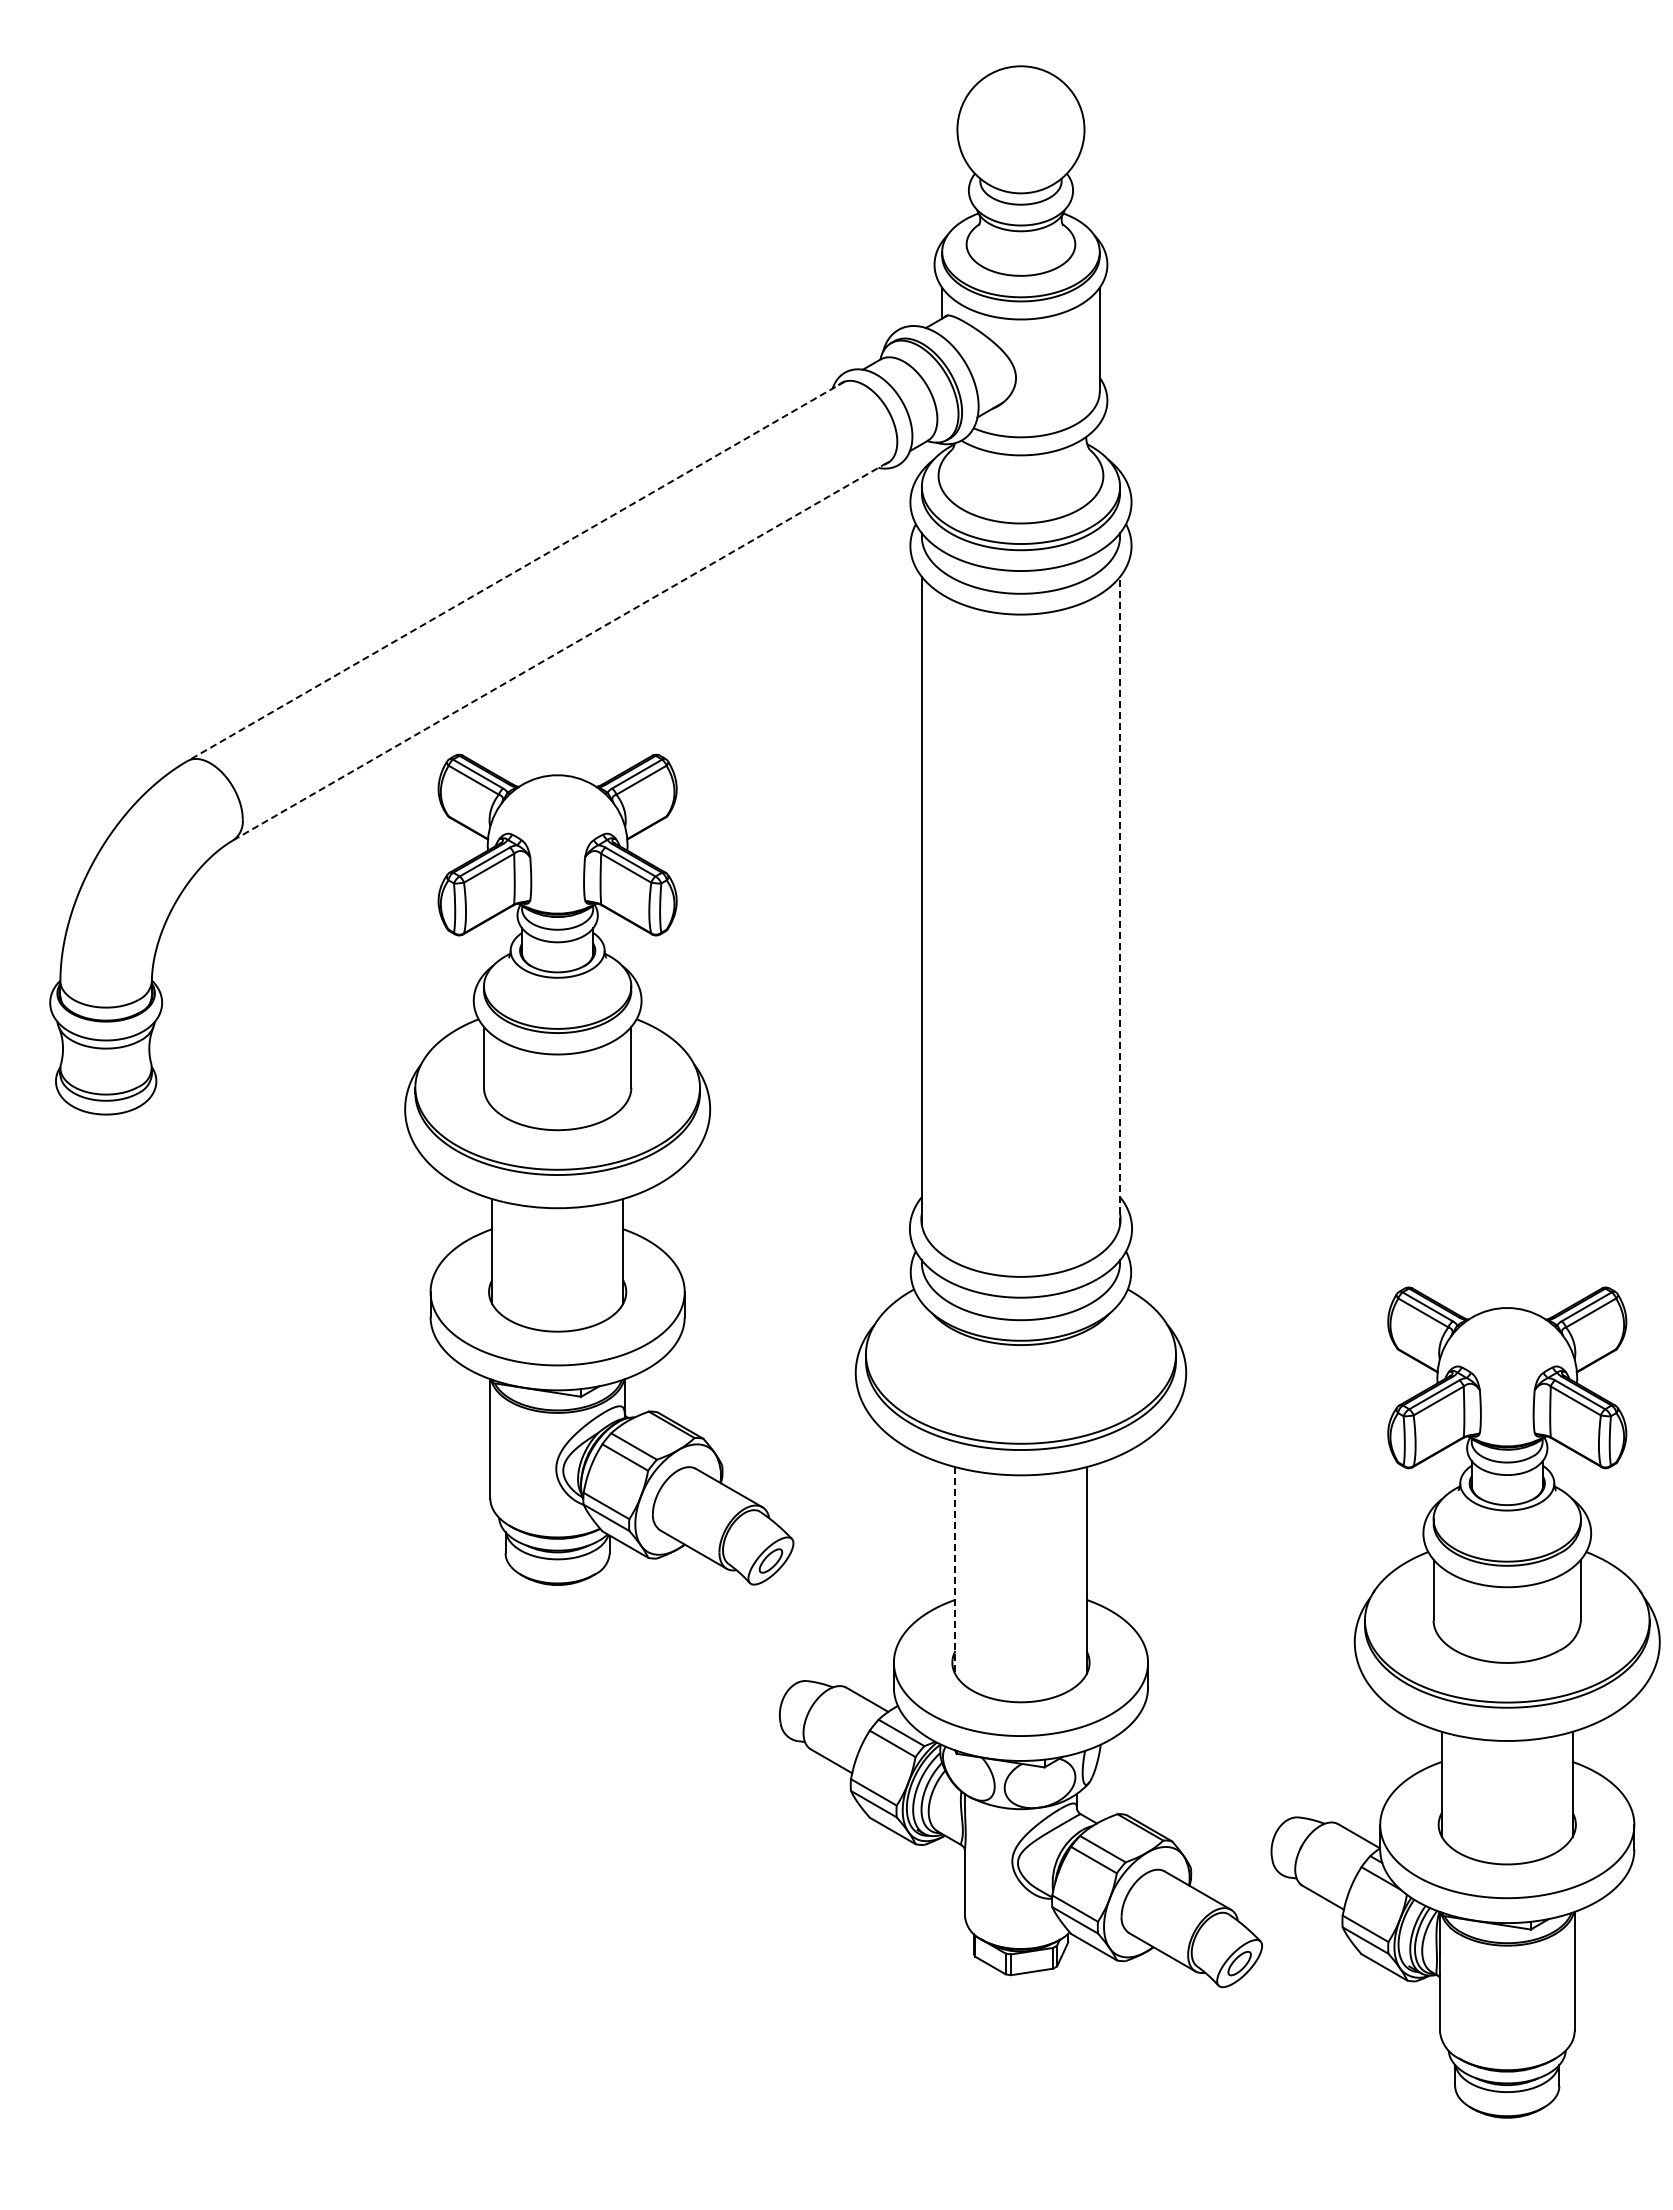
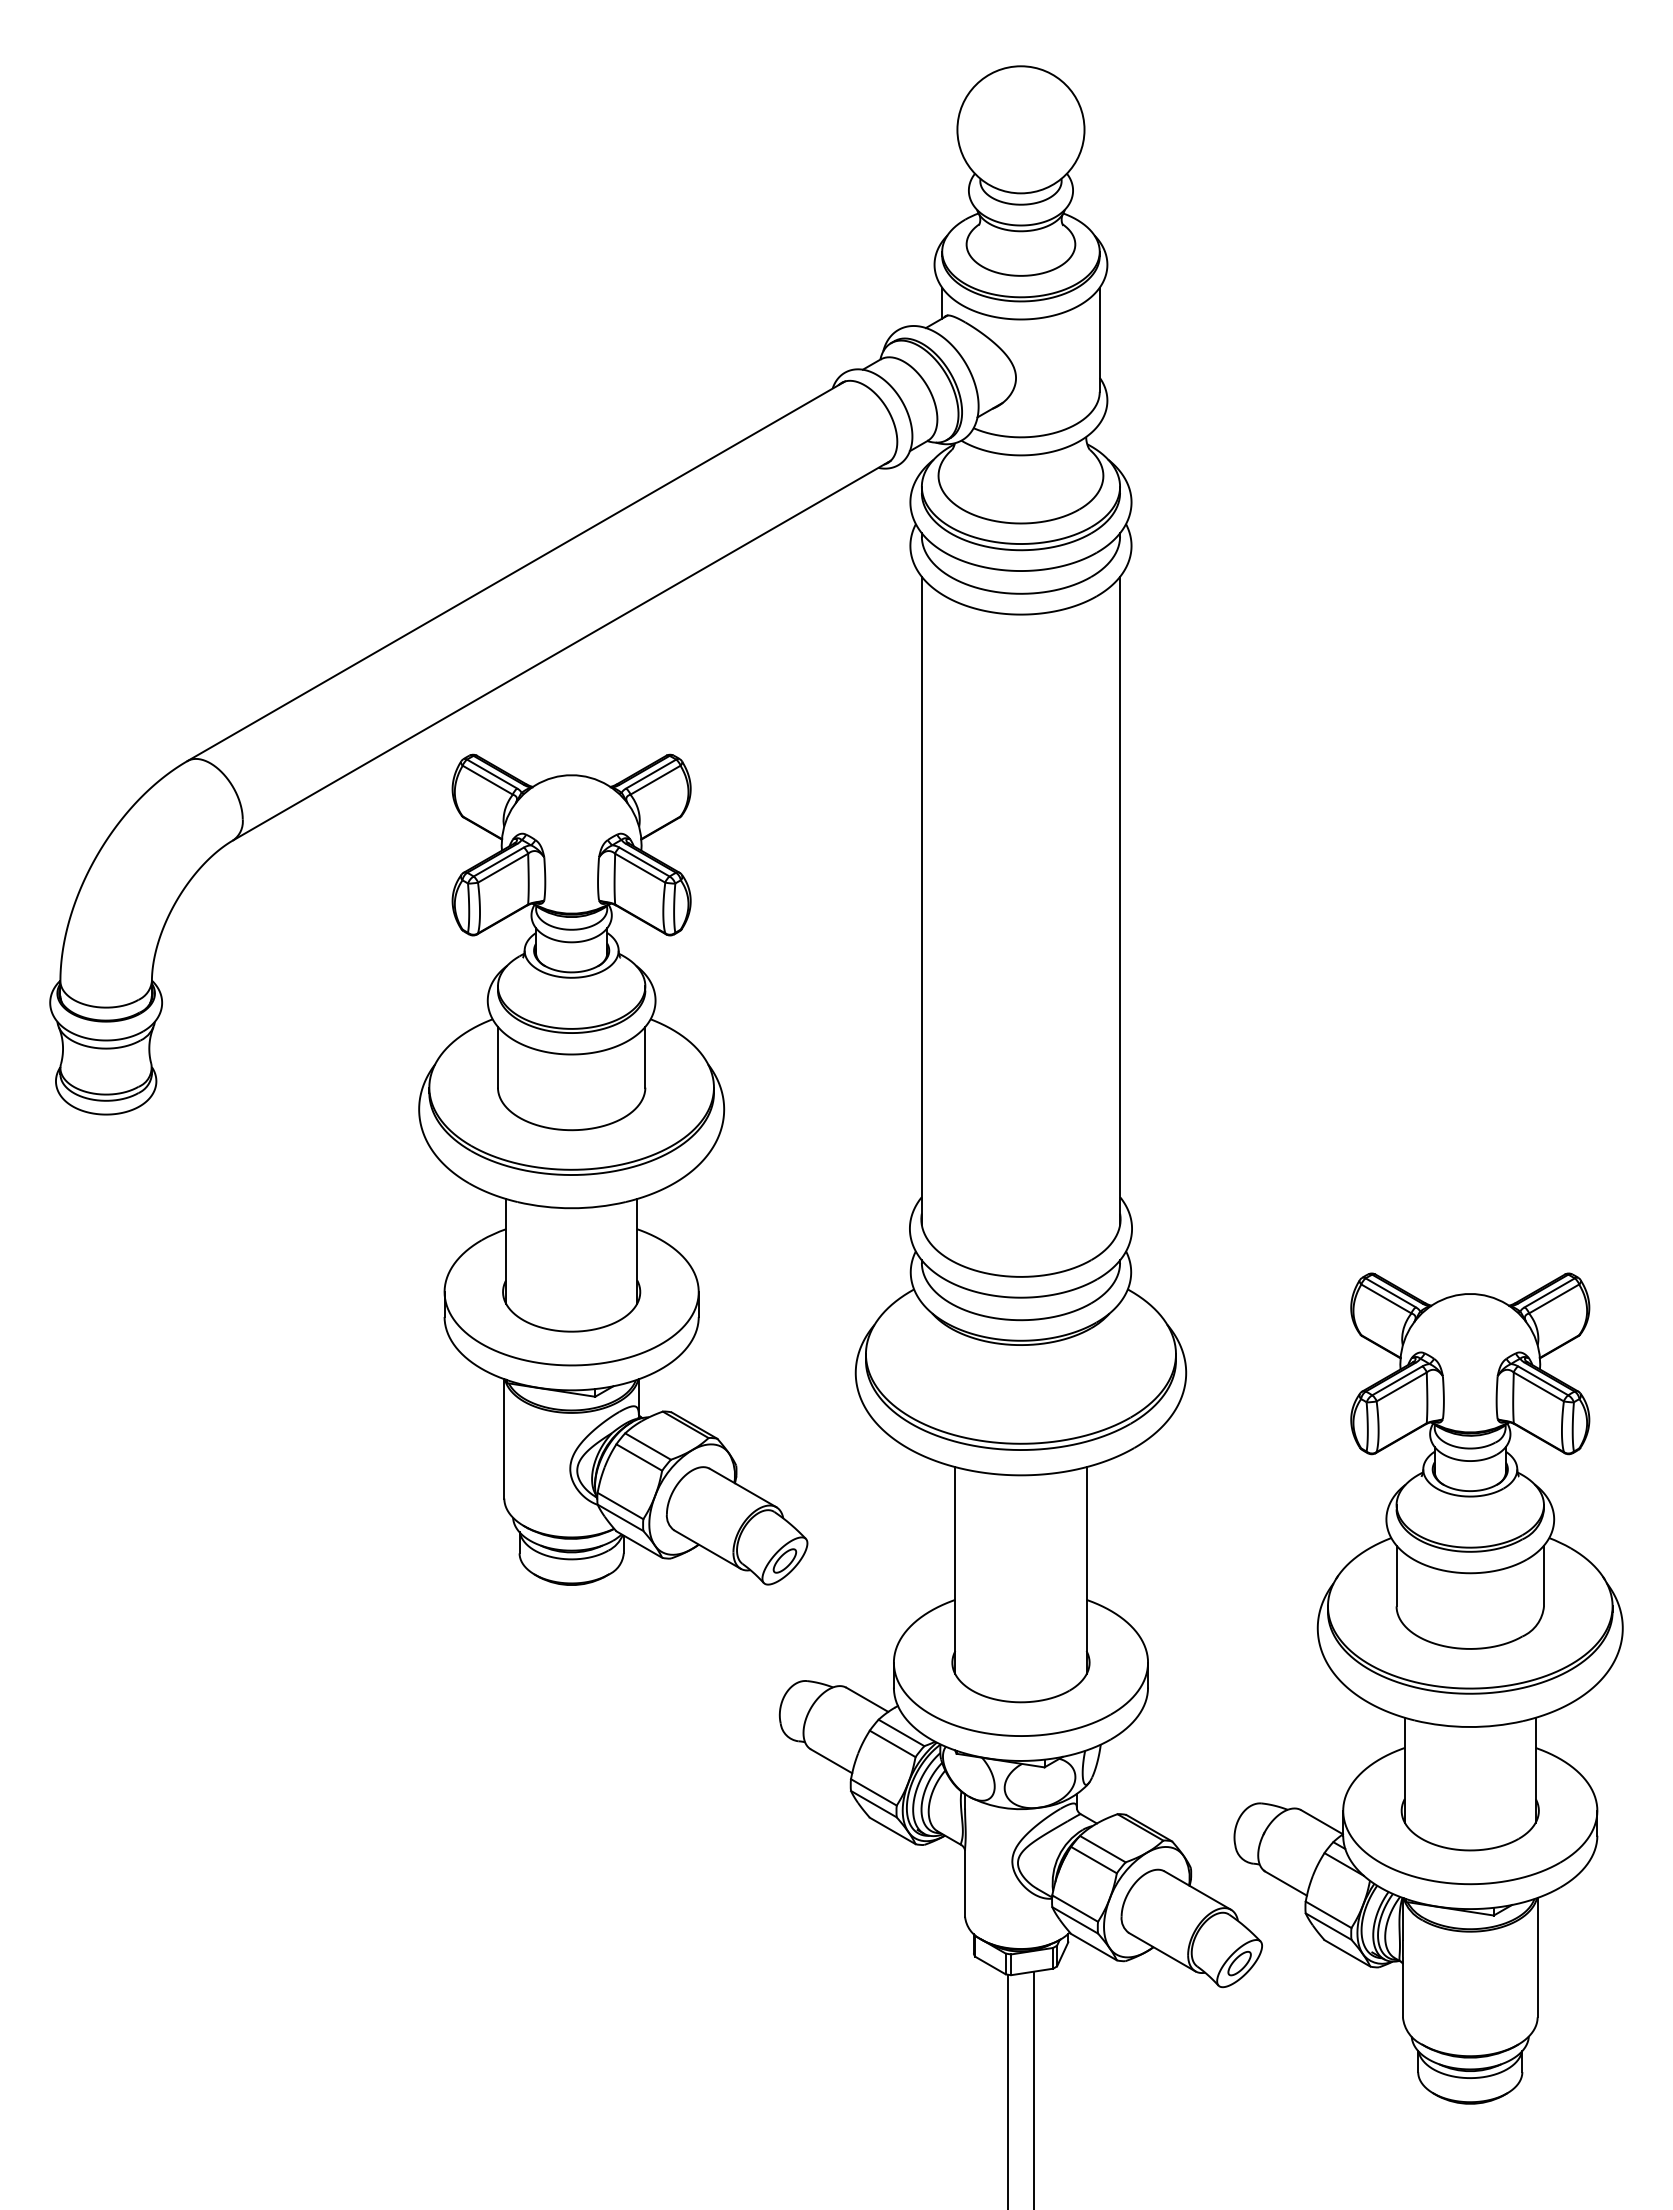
line at (516, 571): dashed -> solid
line at (562, 650): dashed -> solid
line at (1120, 900): dashed -> solid
part at (599, 1169) position: (599, 1169) -> (613, 1169)
line at (955, 1570): dashed -> solid
part at (1465, 1702) position: (1465, 1702) -> (1428, 1688)
line at (1033, 2088): none -> present
line at (1008, 2090): none -> present
